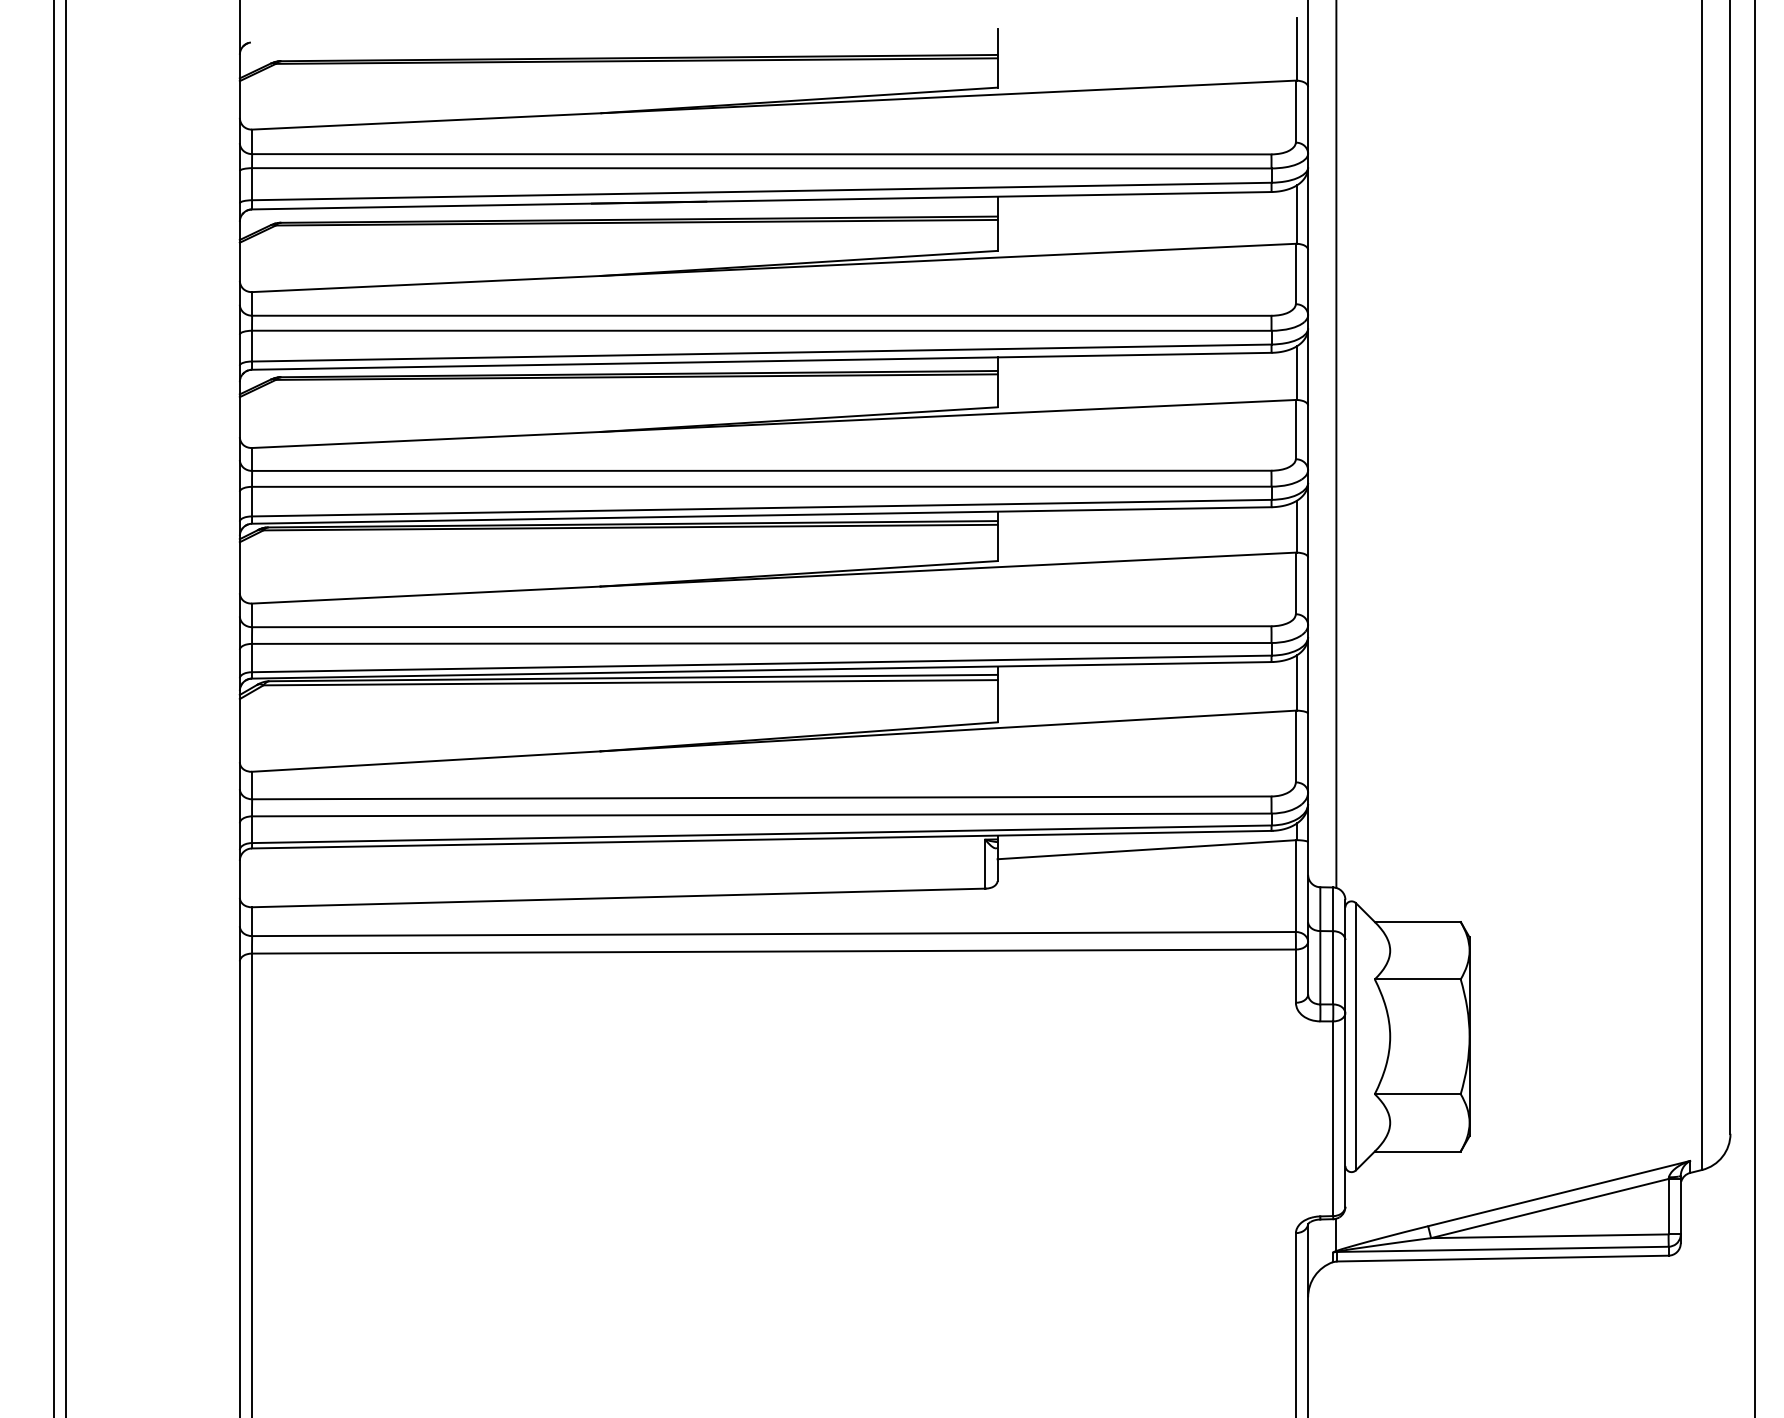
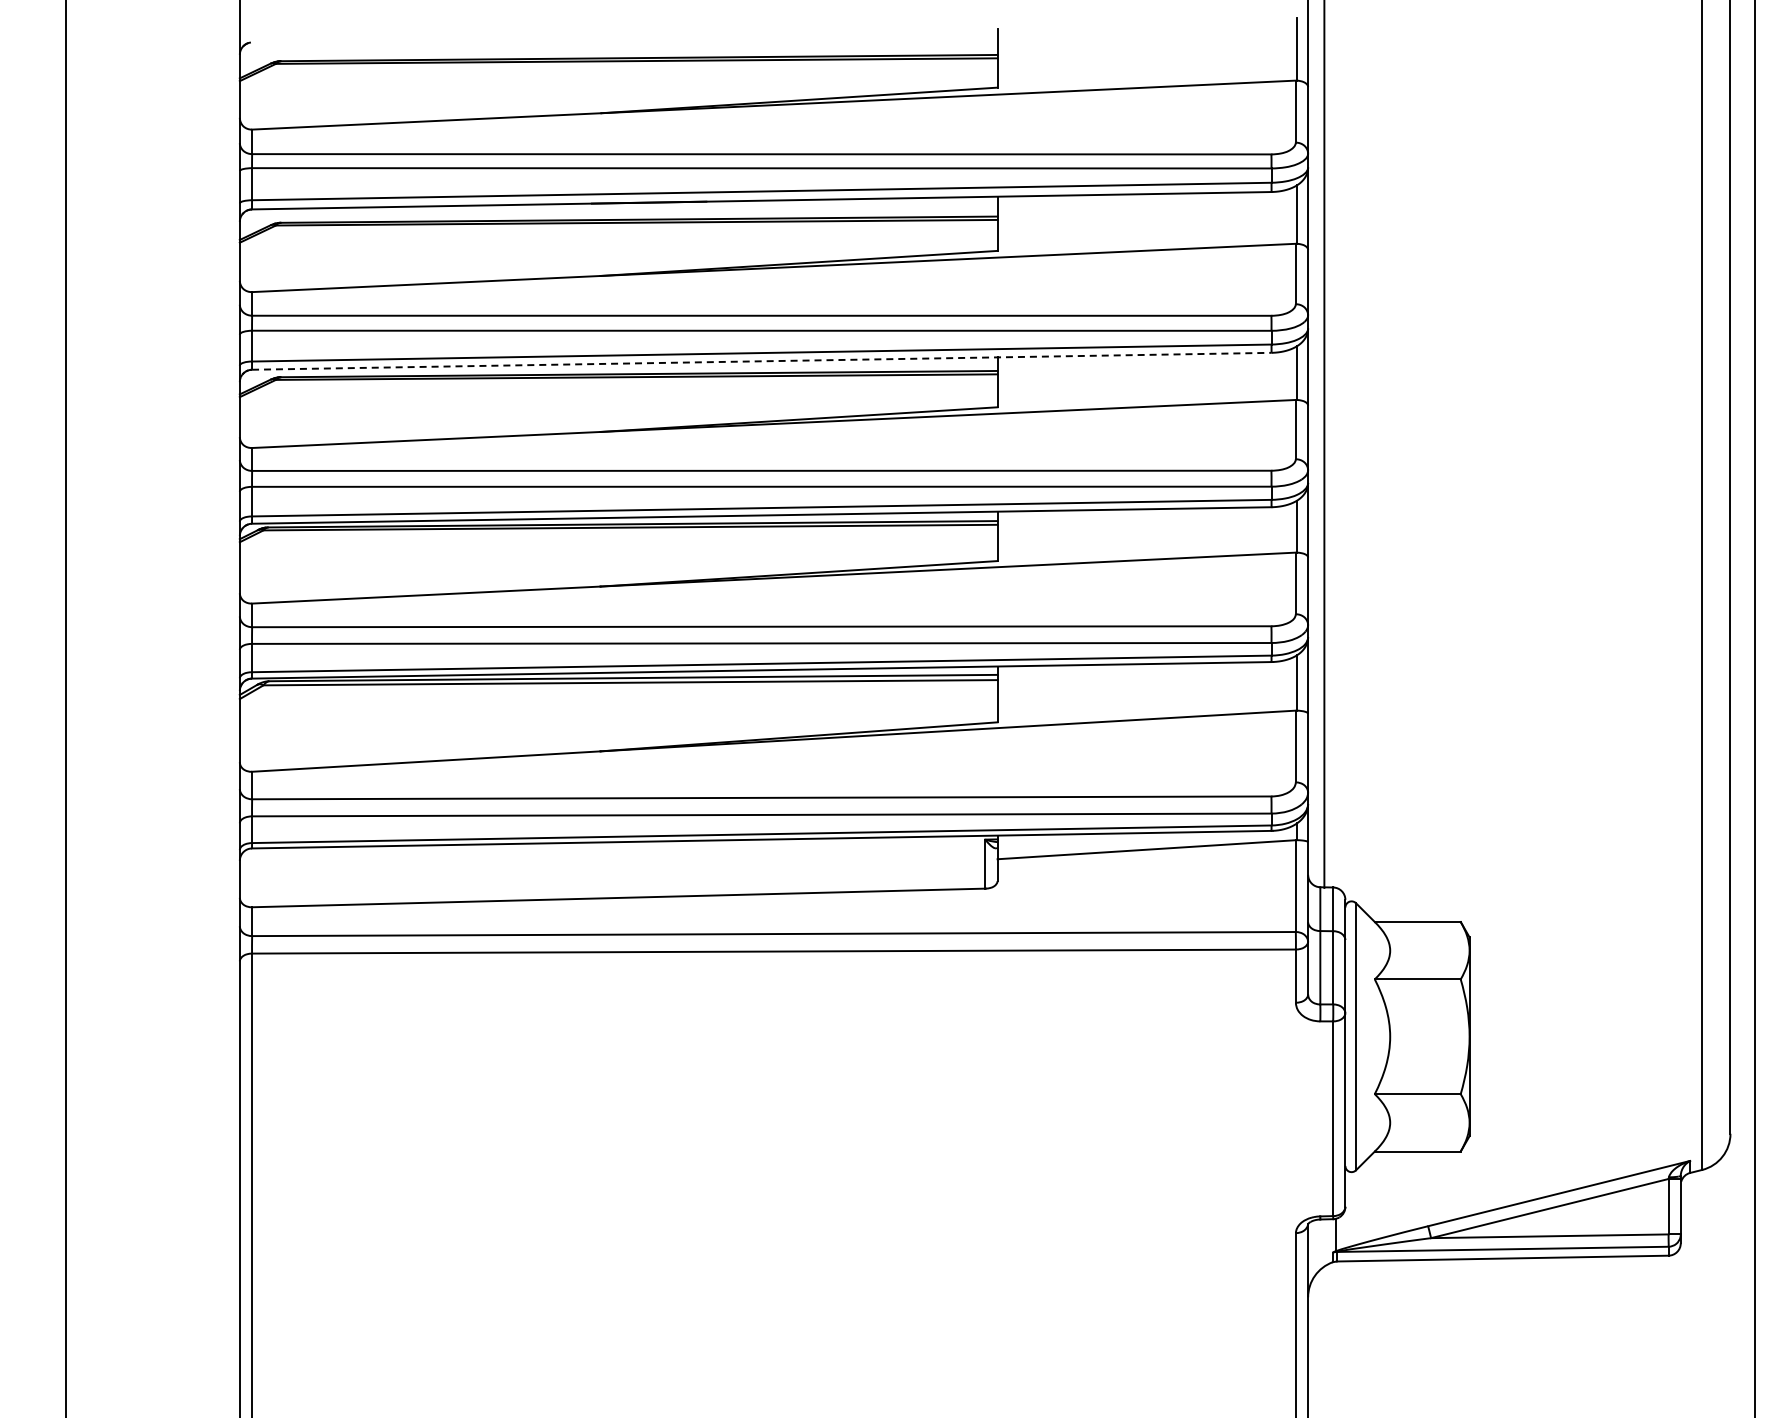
line at (761, 361): solid -> dashed
line at (1336, 444) position: (1336, 444) -> (1324, 444)
line at (53, 708): present -> none
